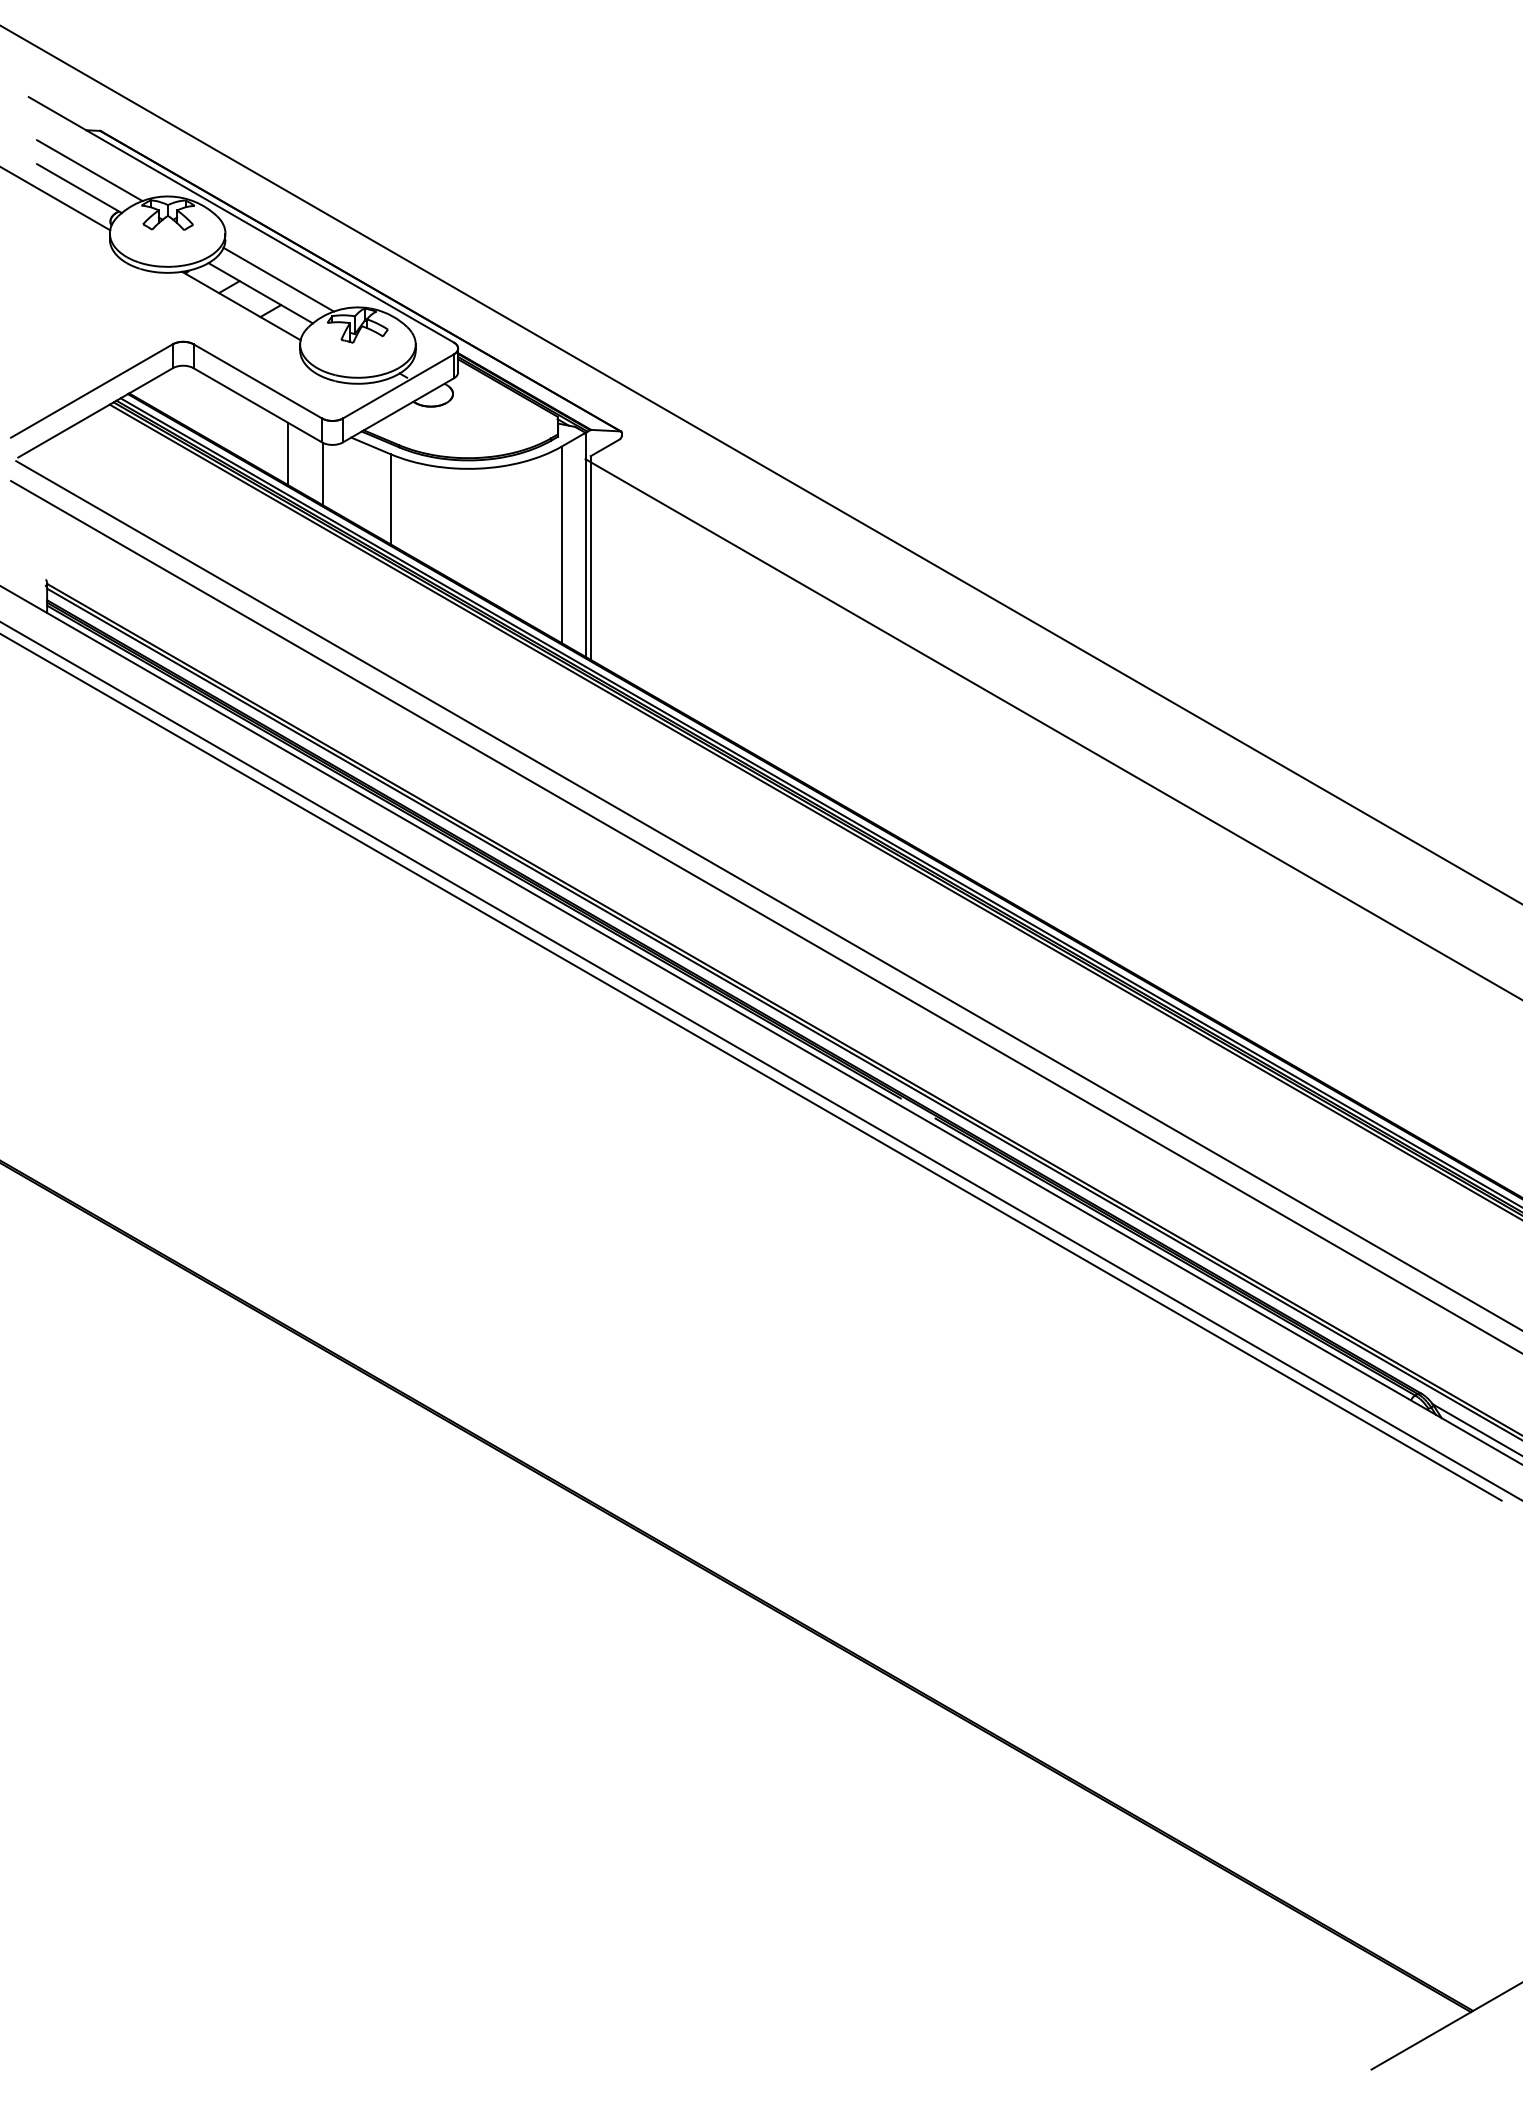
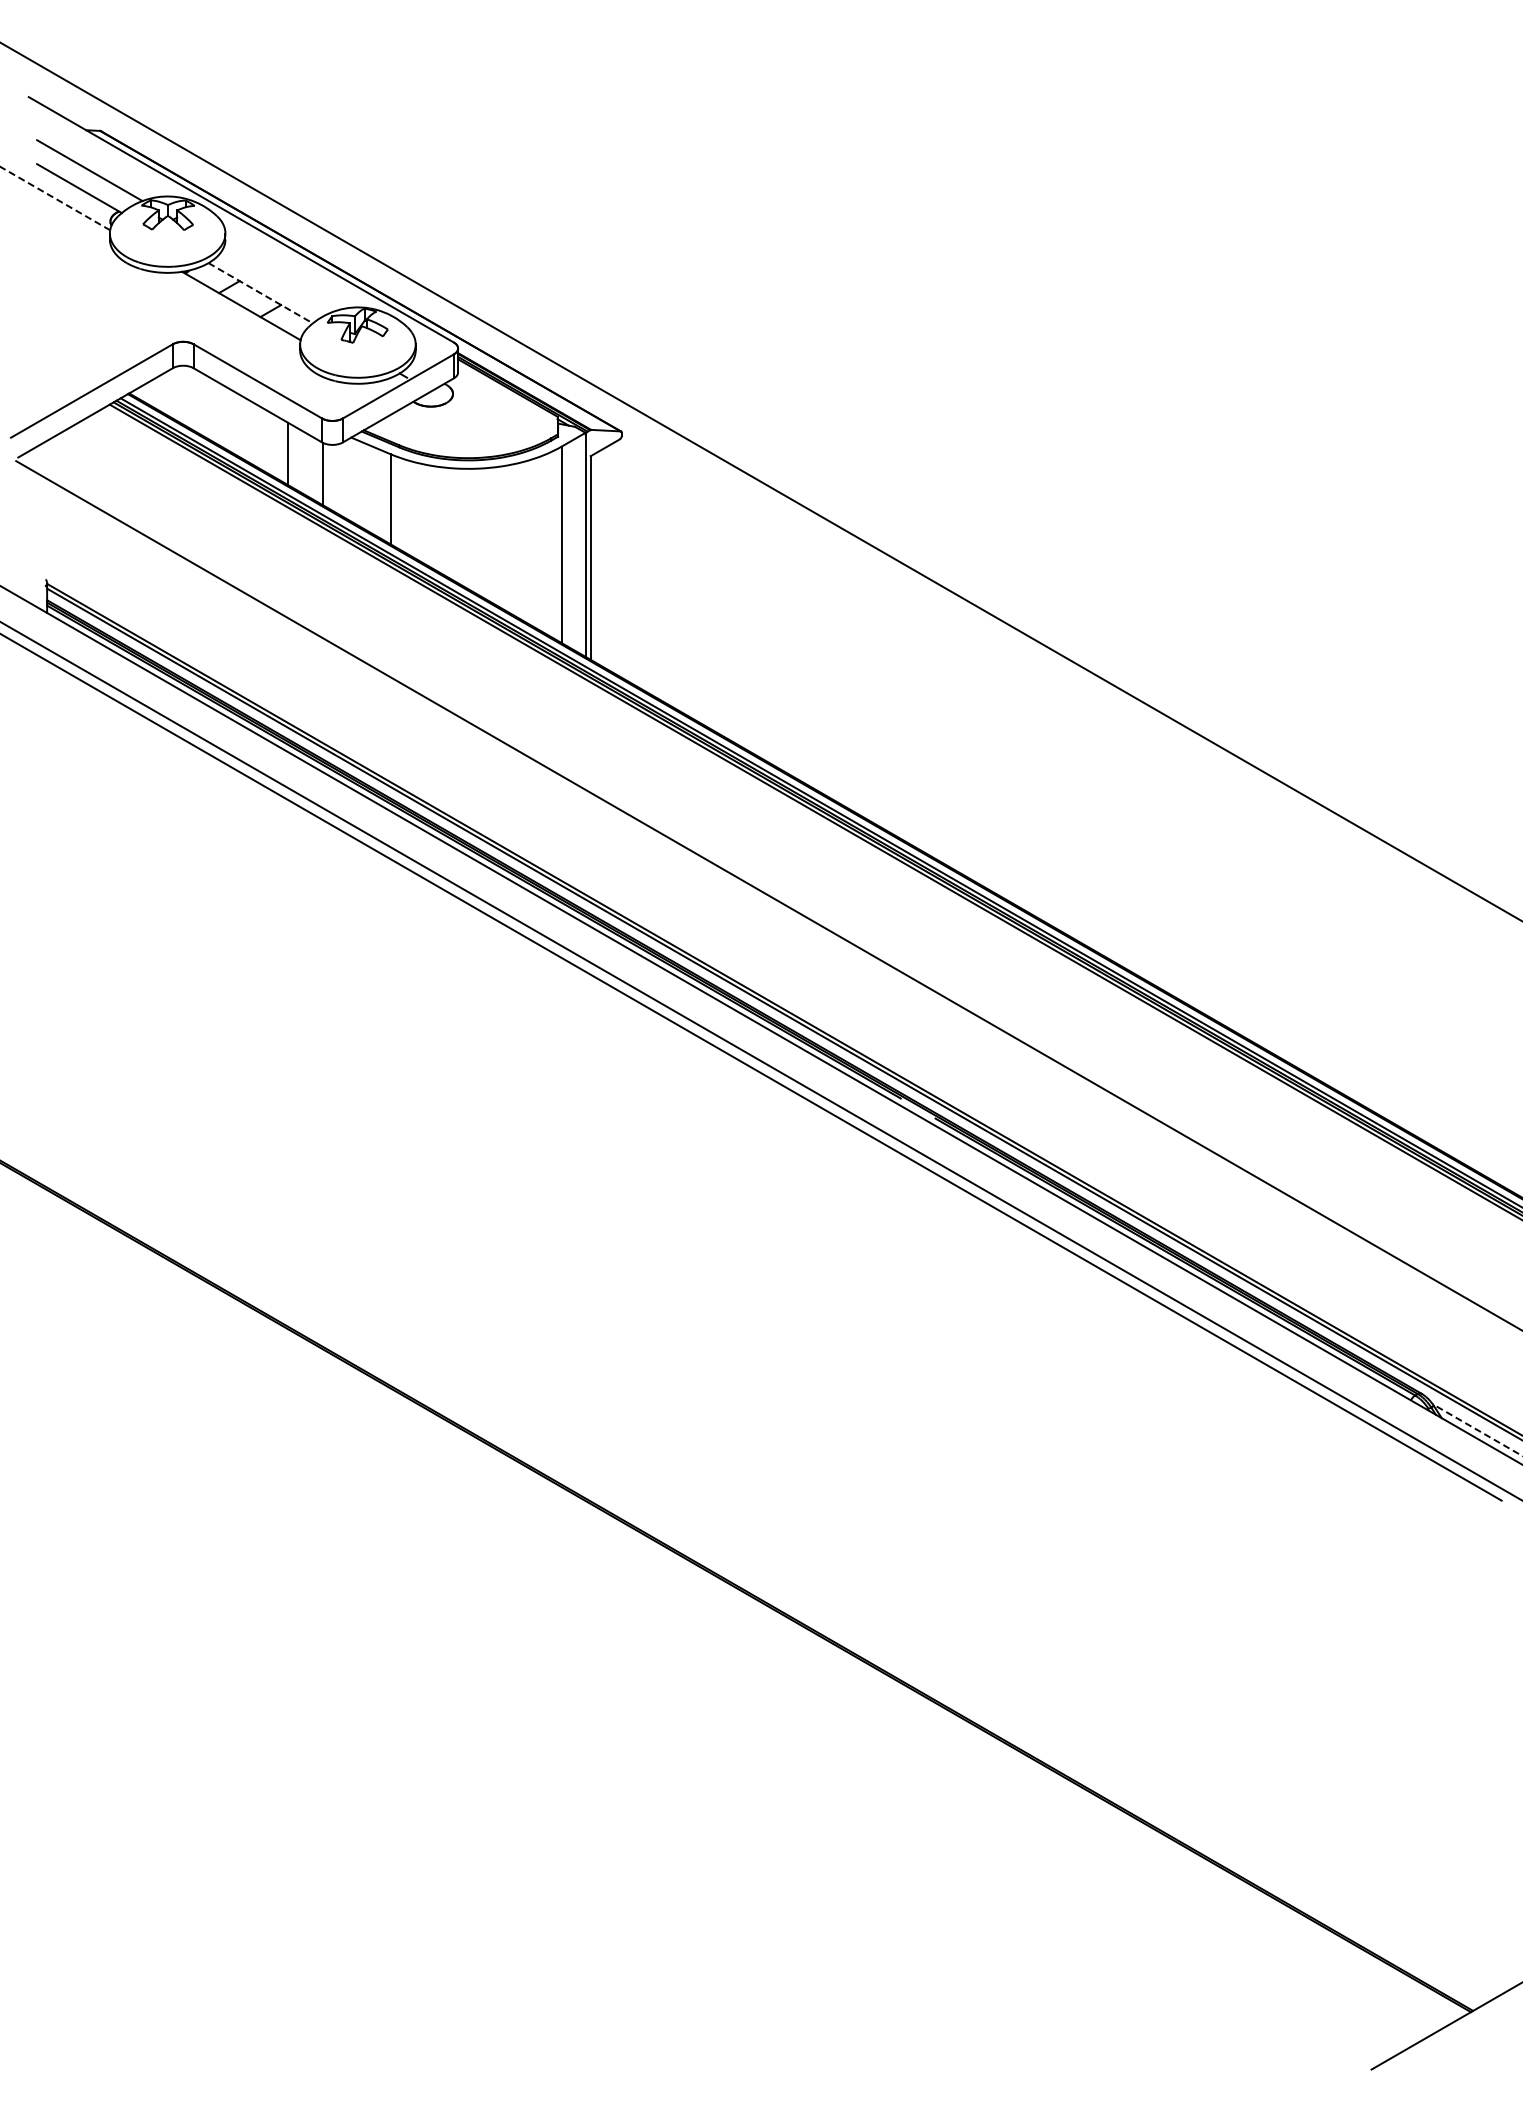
line at (55, 198): solid -> dashed
line at (278, 279): present -> none
line at (261, 293): solid -> dashed
line at (760, 464) position: (760, 464) -> (760, 481)
line at (1052, 728): present -> none
line at (765, 916): present -> none
line at (1477, 1430): solid -> dashed
